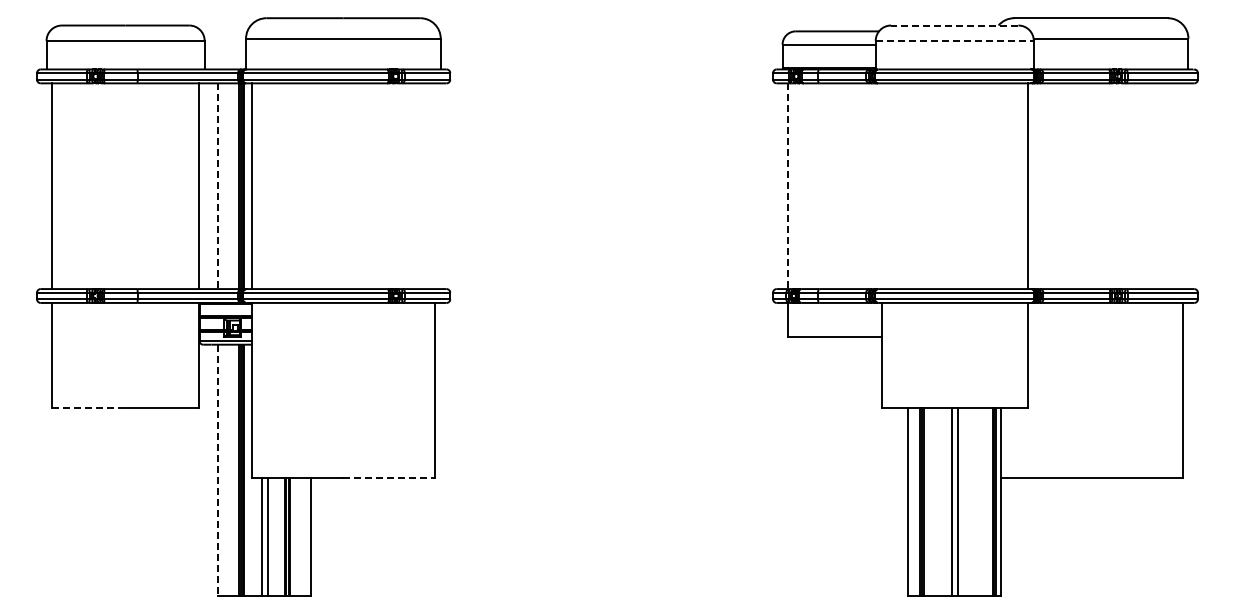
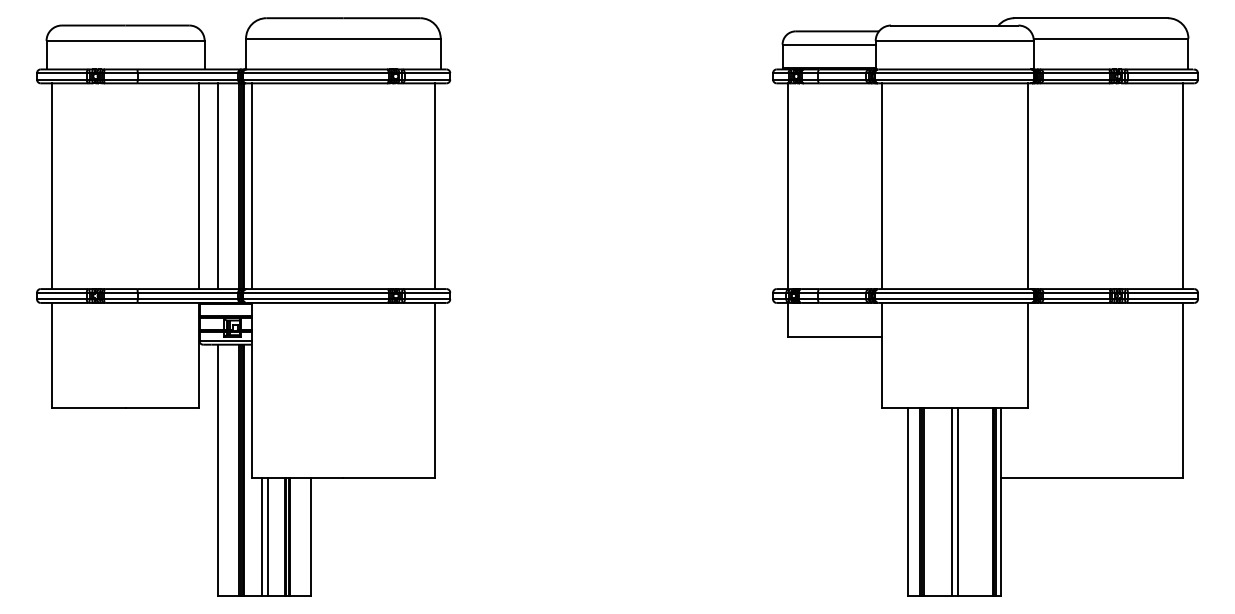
line at (954, 25): dashed -> solid
line at (955, 40): dashed -> solid
line at (218, 186): dashed -> solid
line at (434, 186): none -> present
line at (788, 186): dashed -> solid
line at (881, 186): none -> present
line at (1182, 186): none -> present
line at (89, 408): dashed -> solid
line at (218, 470): dashed -> solid
line at (389, 477): dashed -> solid
